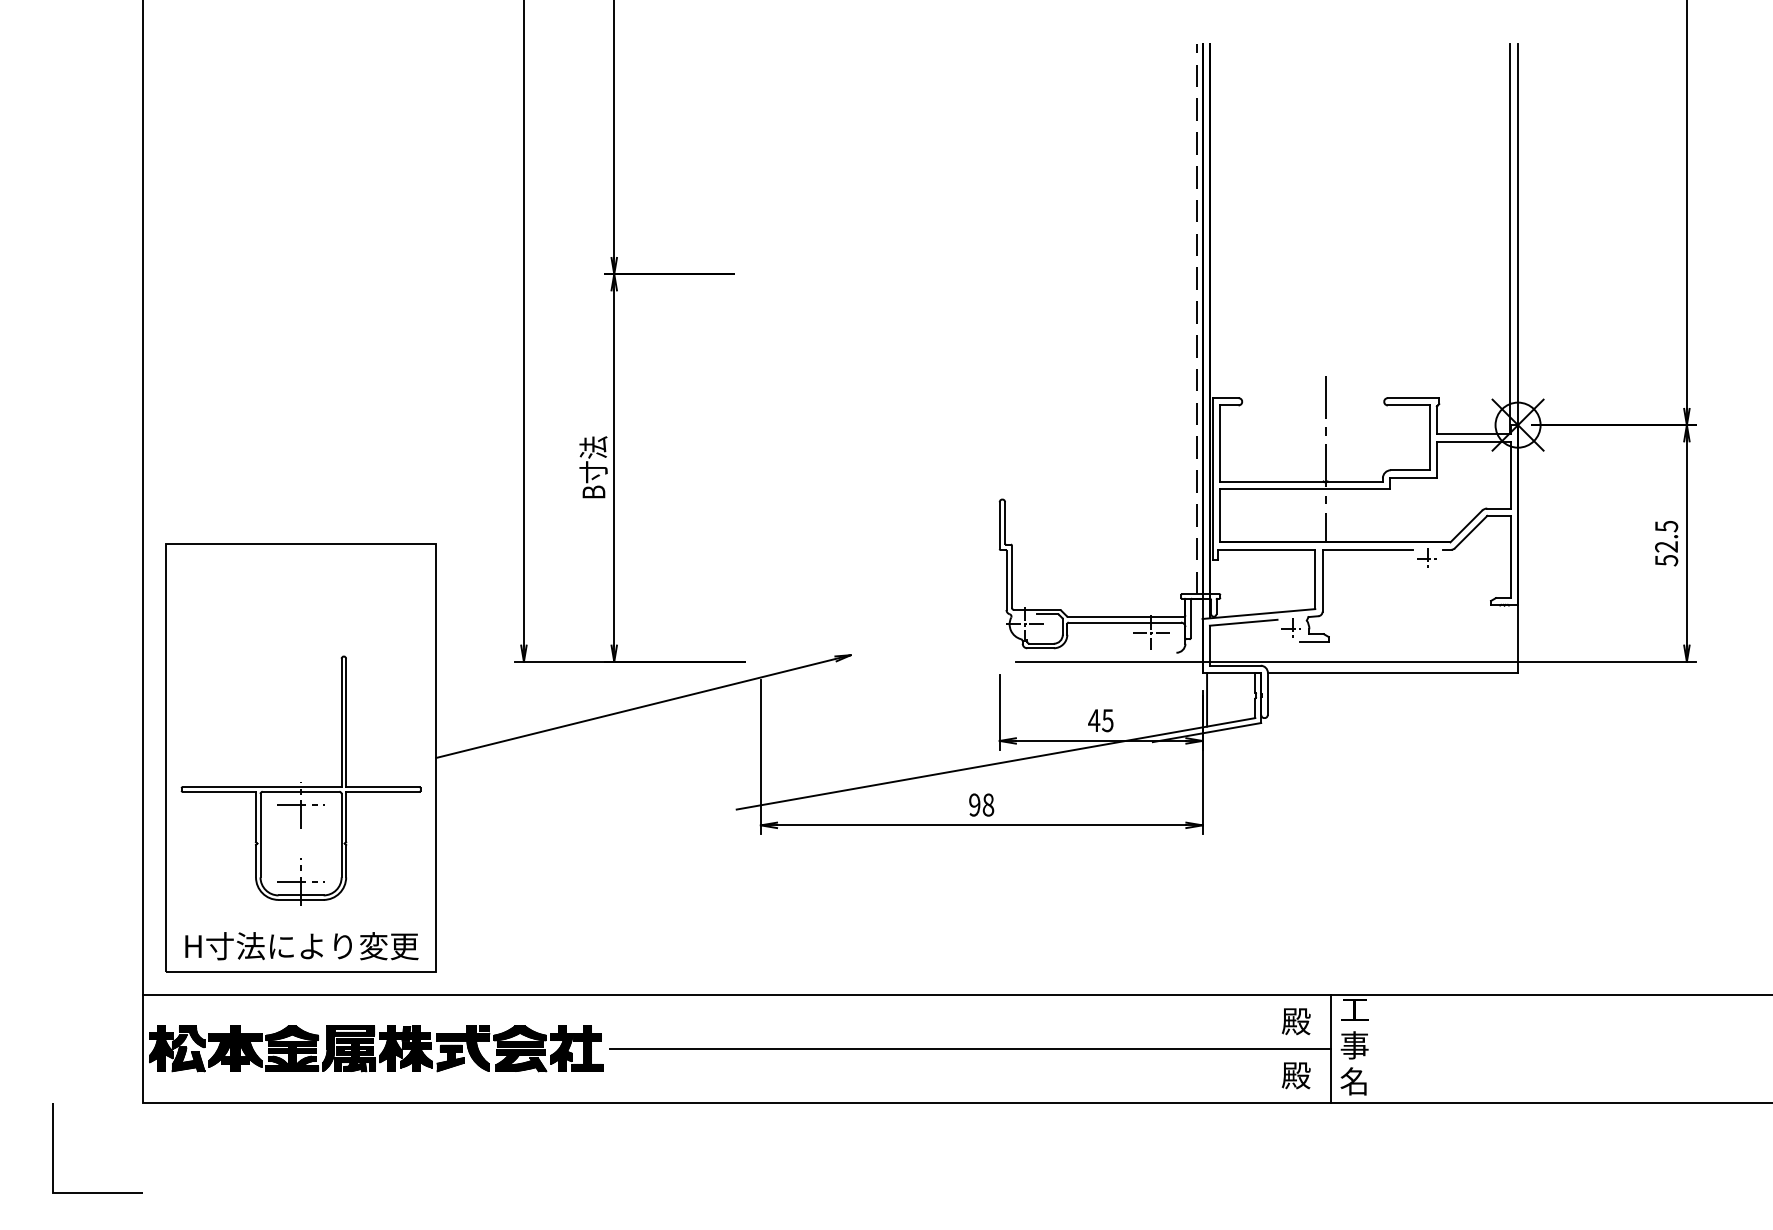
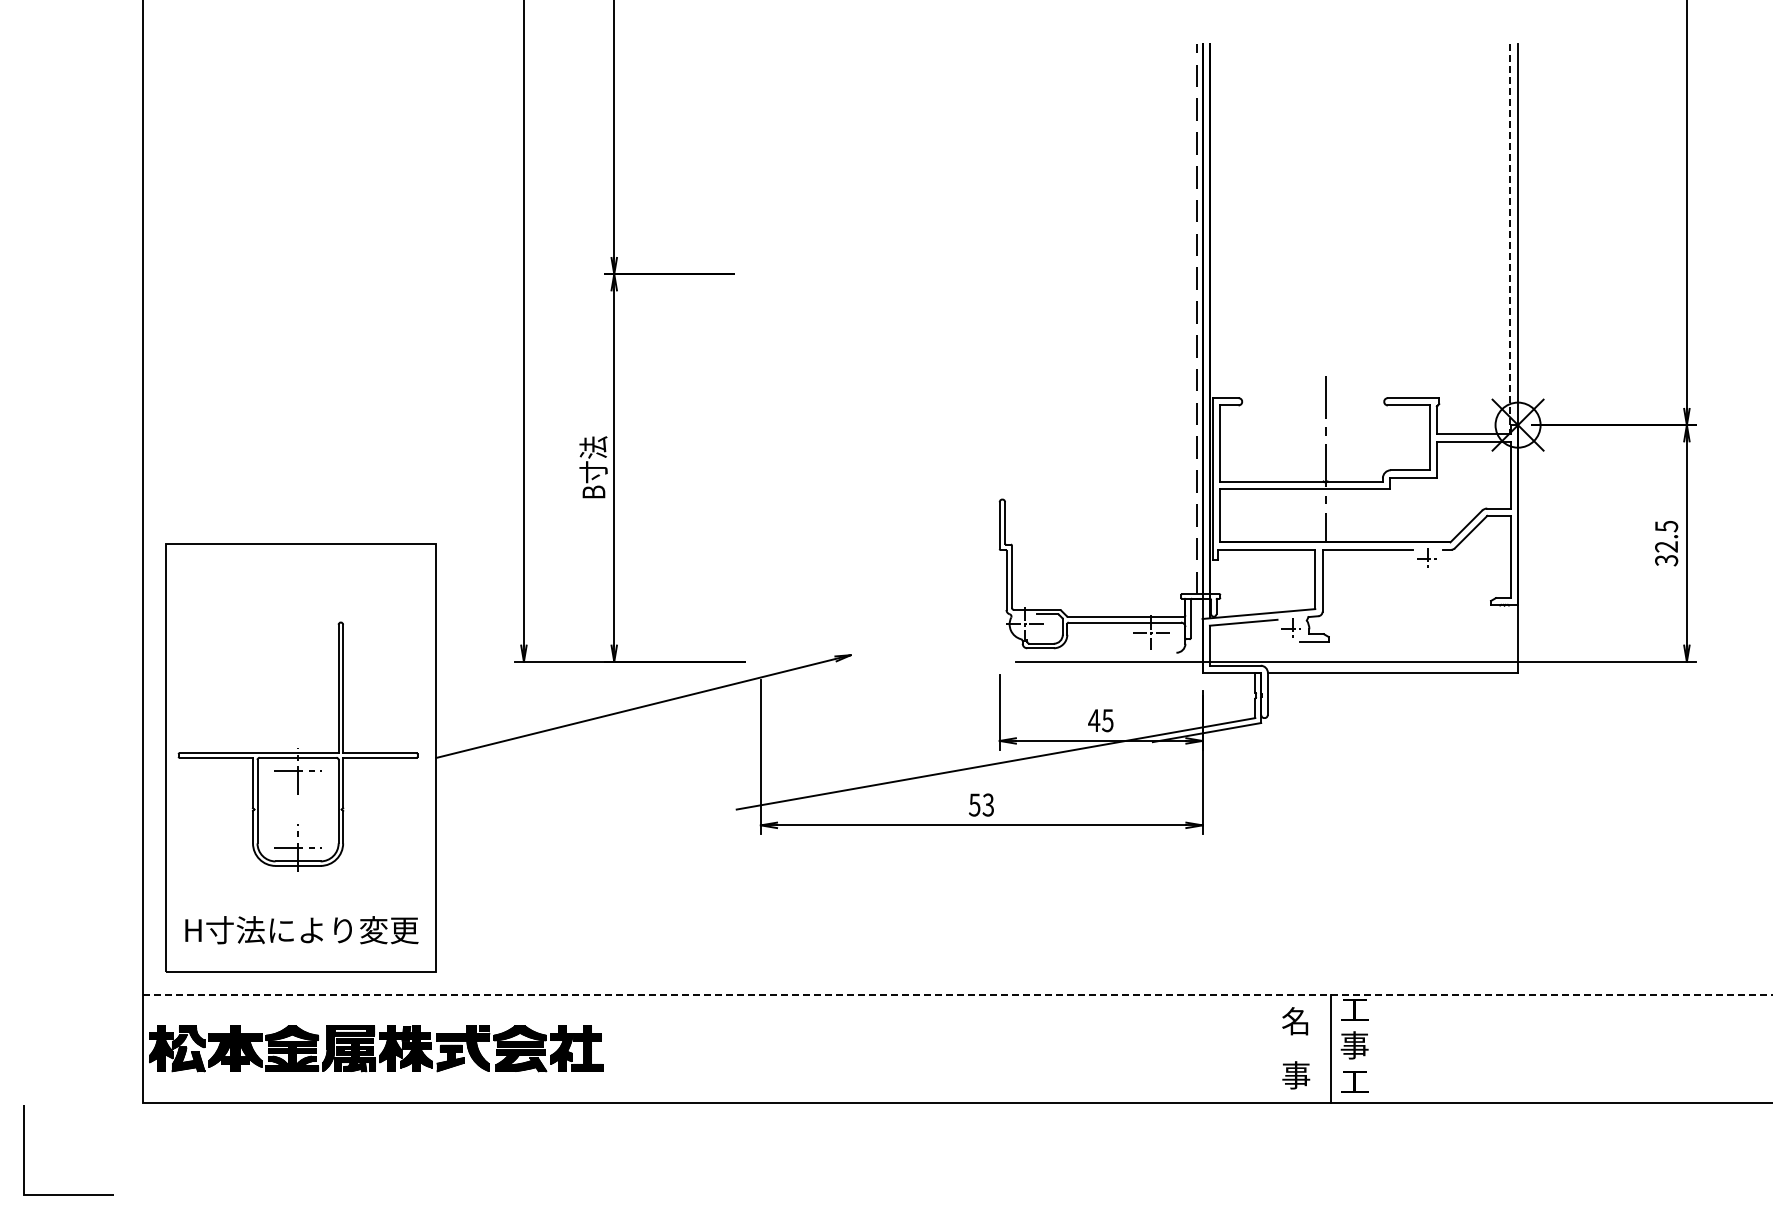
line at (1510, 239): solid -> dashed
text at (1666, 560): 52.5 -> 32.5
line at (1207, 699): present -> none
part at (300, 780) position: (300, 780) -> (297, 746)
text at (981, 804): 98 -> 53
text at (301, 946) position: (301, 946) -> (301, 930)
line at (958, 994): solid -> dashed
text at (1295, 1021): 殿 -> 名
line at (970, 1048): present -> none
text at (1295, 1075): 殿 -> 事
text at (1354, 1081): 名 -> 工
line at (53, 1148) position: (53, 1148) -> (24, 1150)
